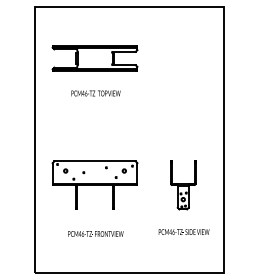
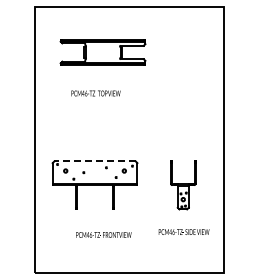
part at (94, 58) position: (94, 58) -> (102, 52)
line at (95, 161): solid -> dashed
text at (95, 233) position: (95, 233) -> (103, 234)
